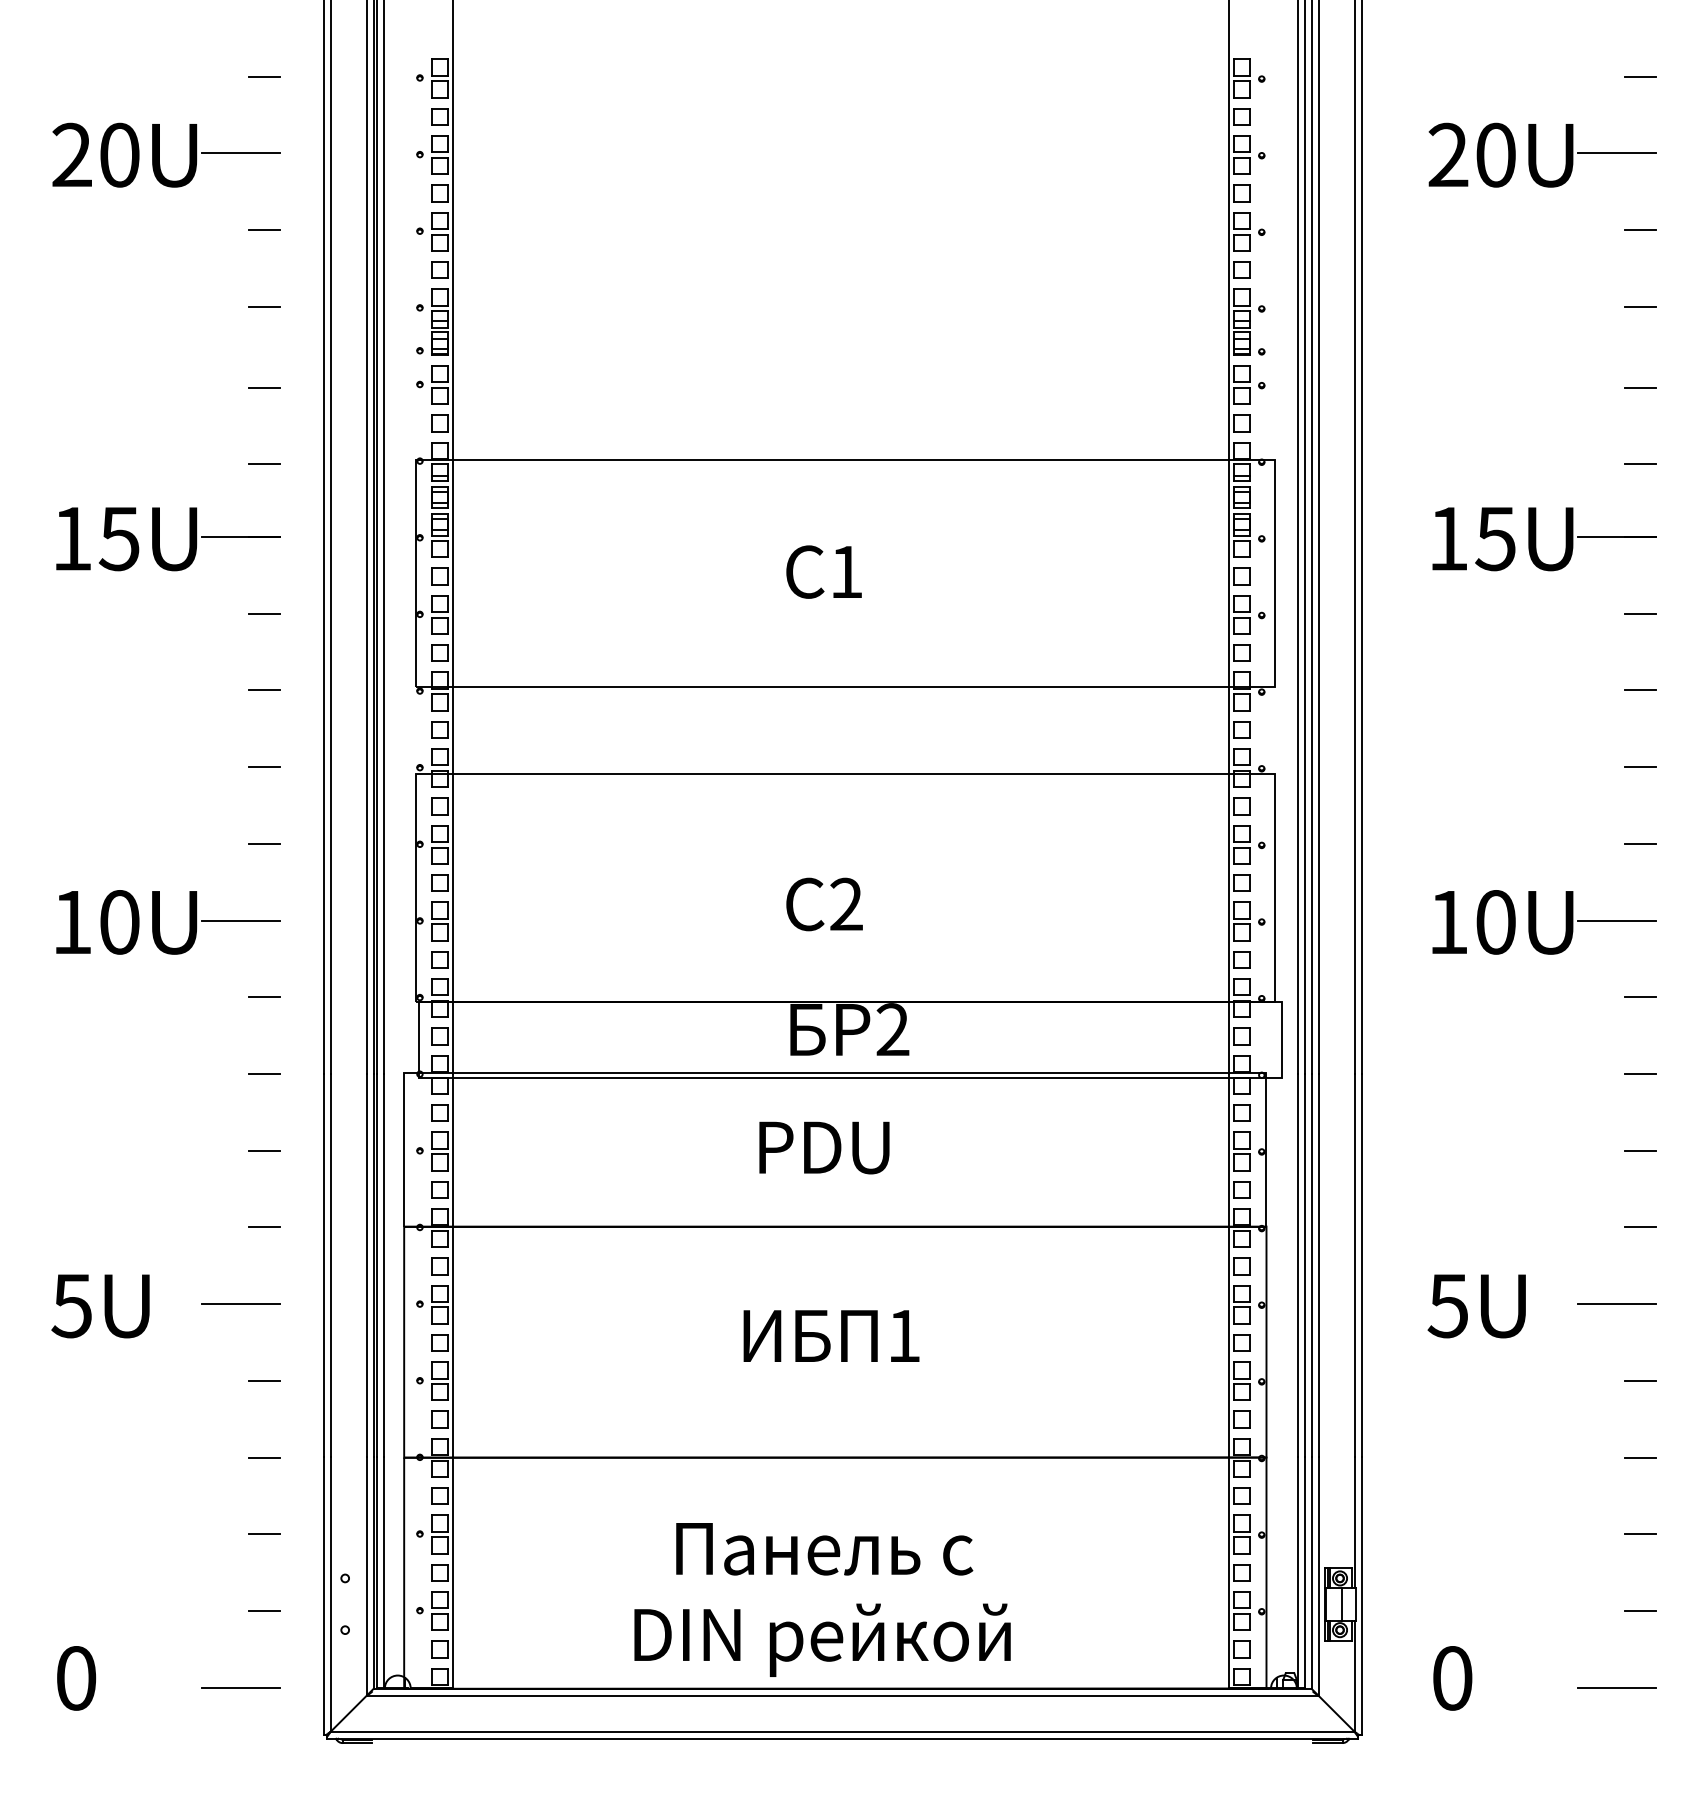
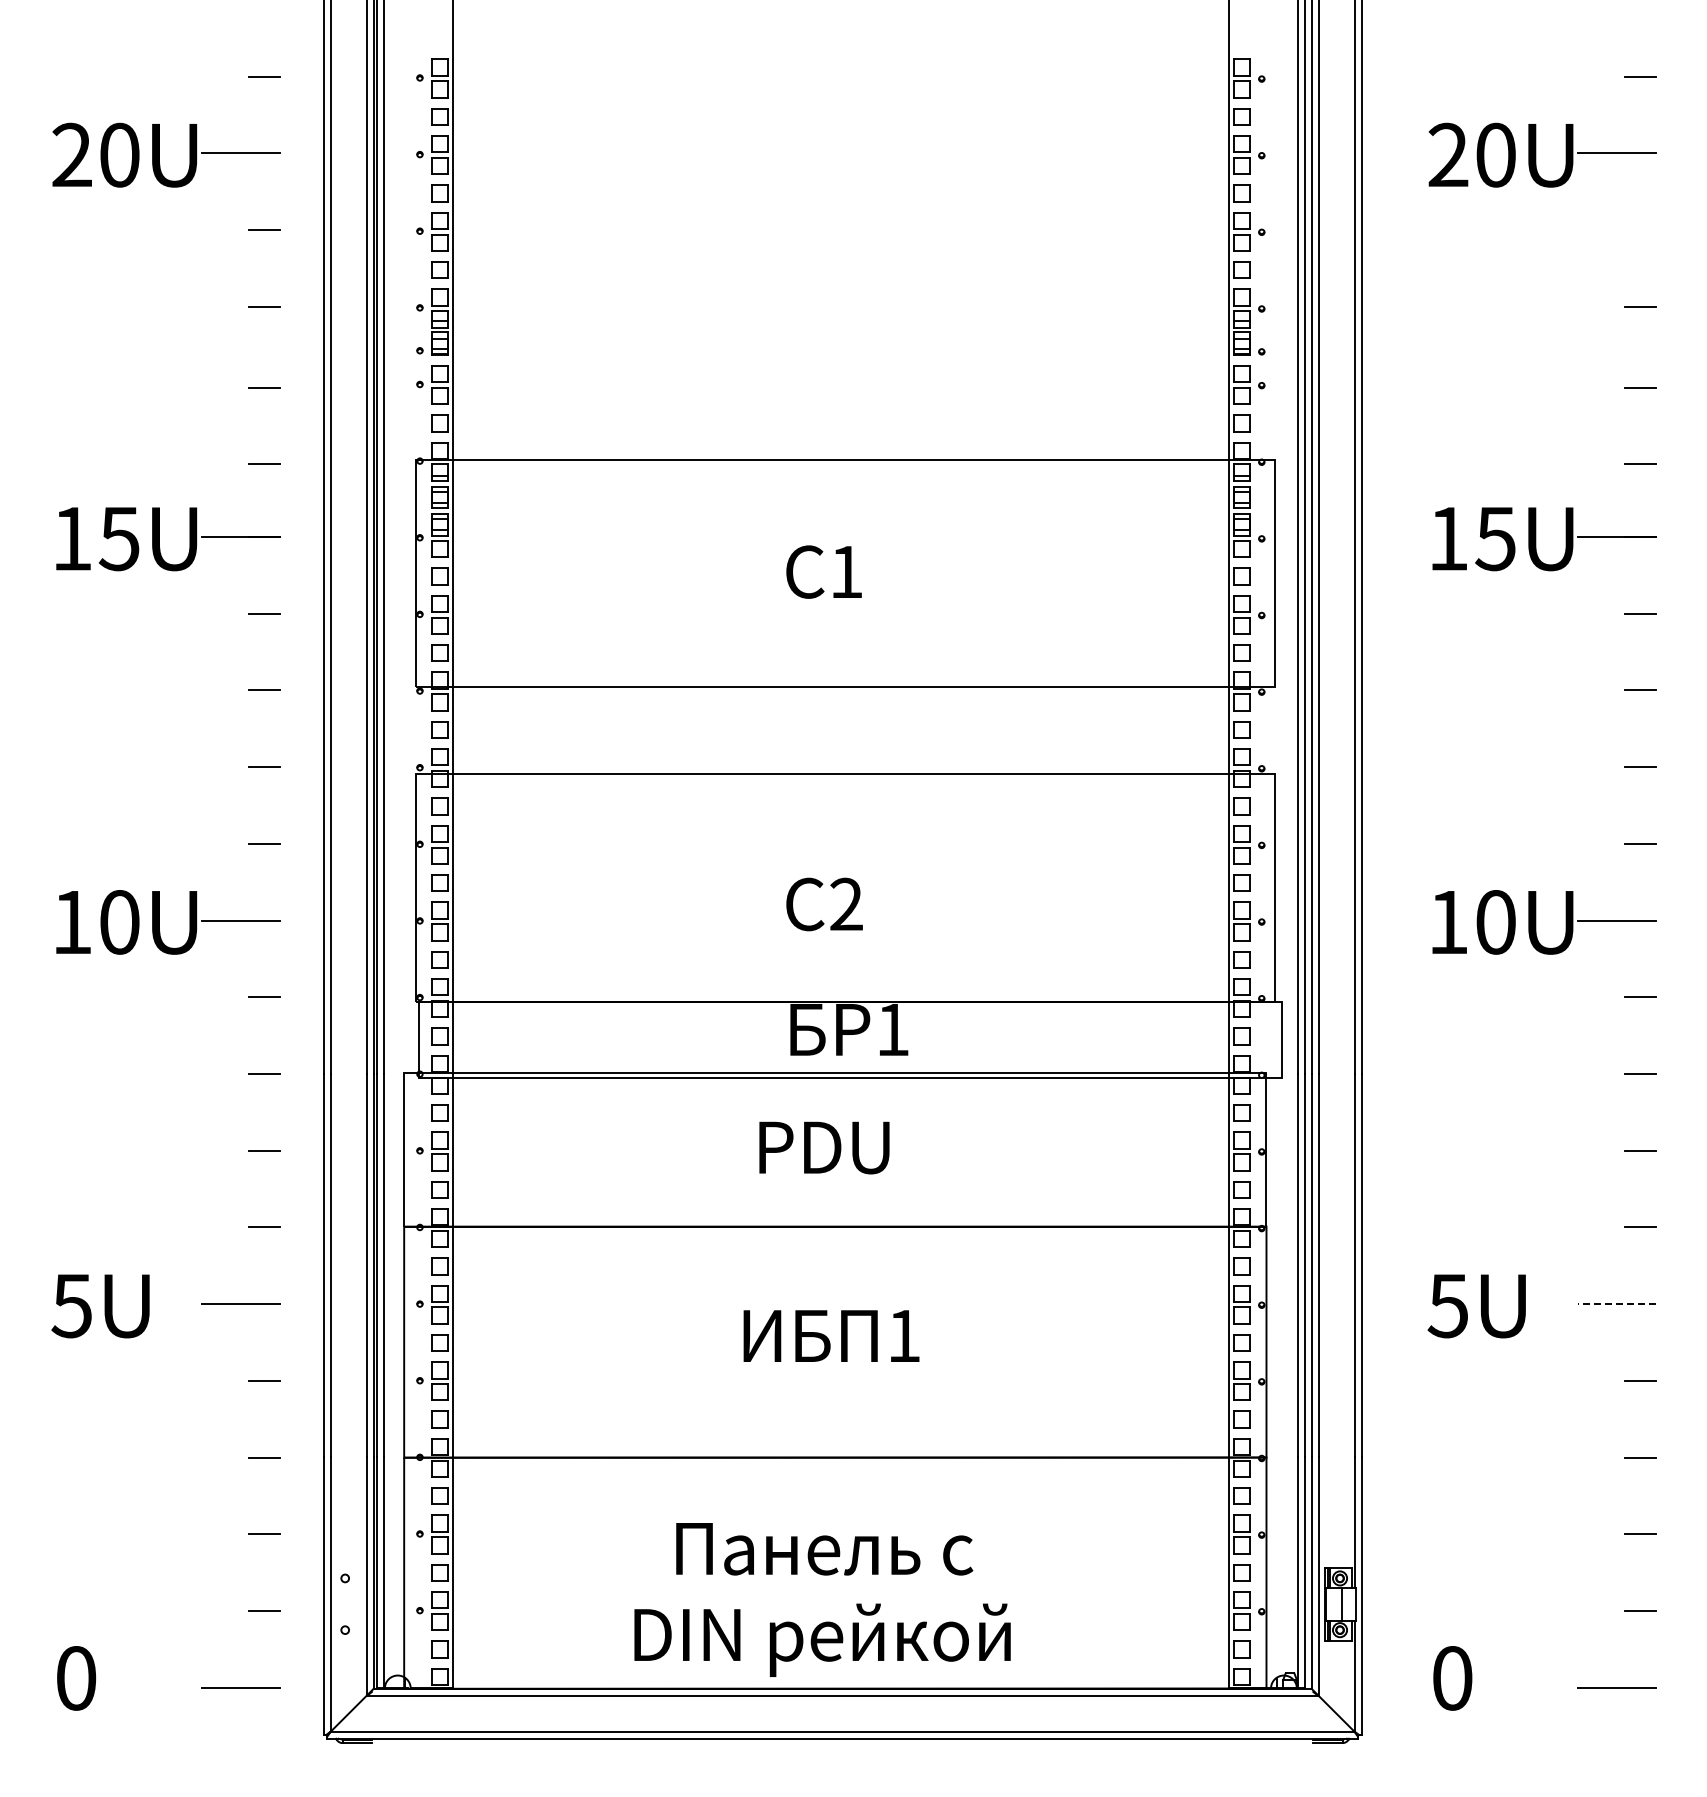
line at (1640, 230): present -> none
text at (892, 1029): 2 -> 1
line at (1616, 1304): solid -> dashed
